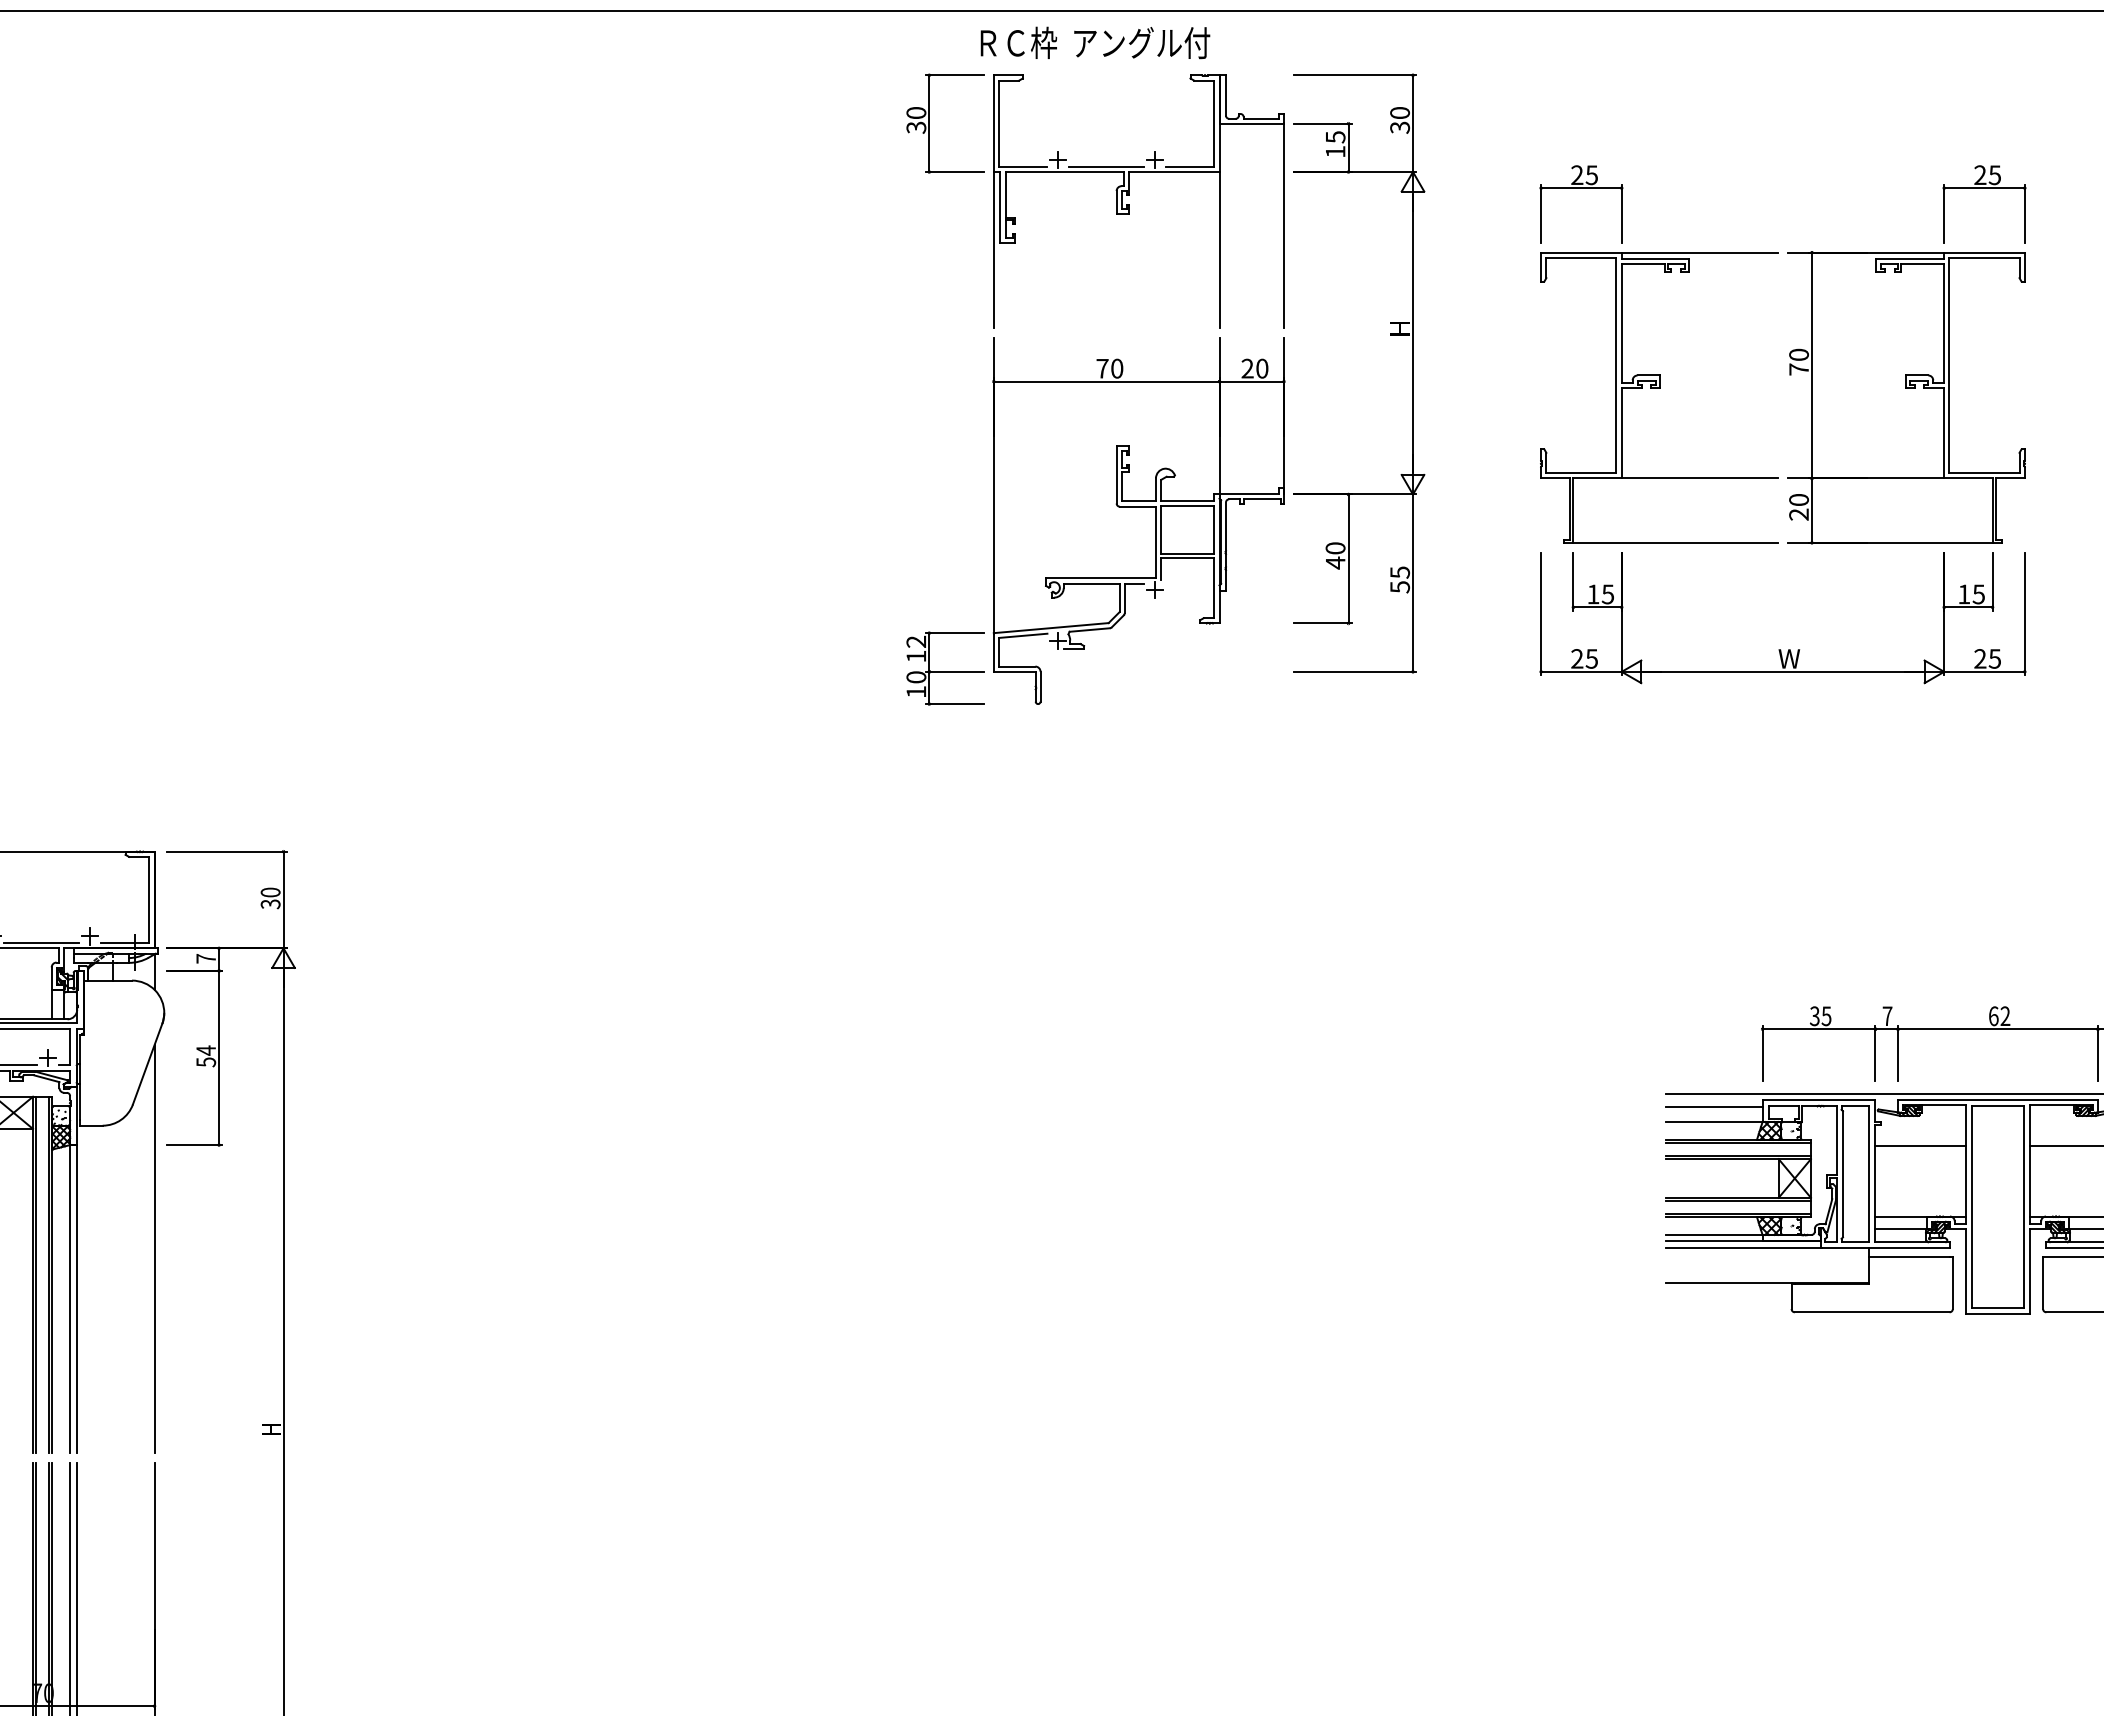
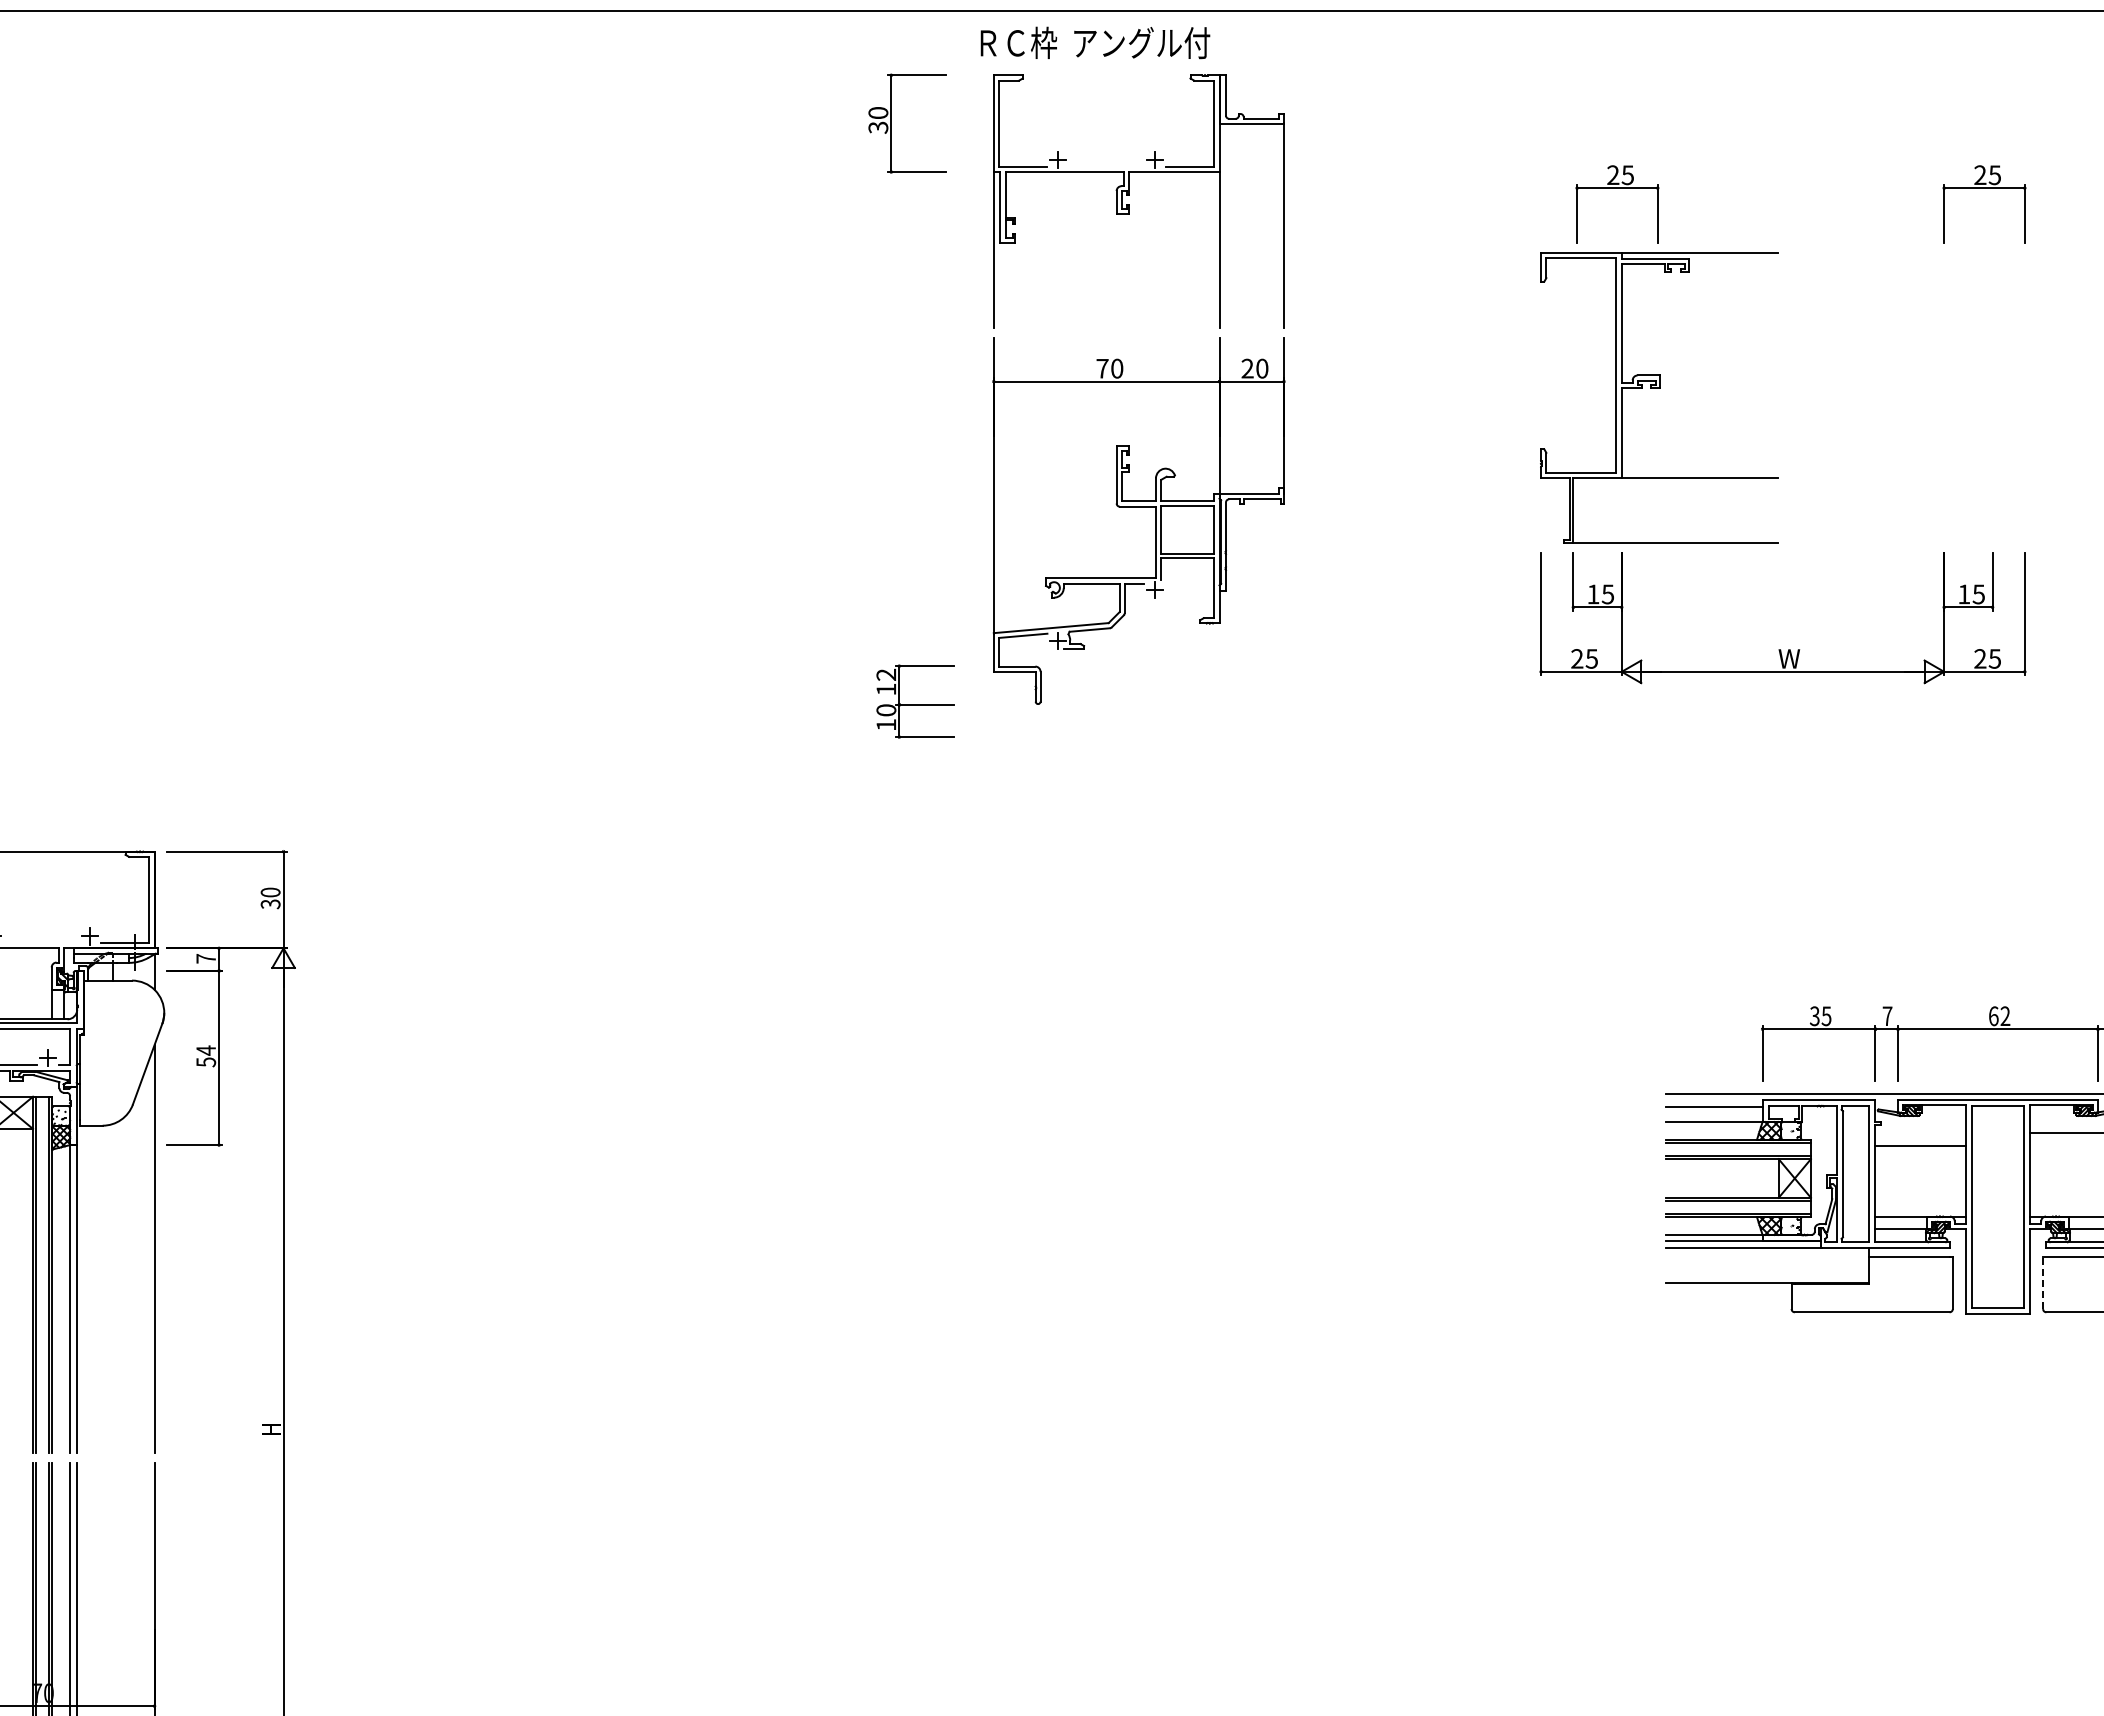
part at (929, 123) position: (929, 123) -> (891, 123)
line at (1106, 166): present -> none
part at (1581, 188) position: (1581, 188) -> (1617, 188)
part at (1390, 335): present -> none
part at (1906, 397): present -> none
part at (945, 668) position: (945, 668) -> (915, 701)
line at (41, 943): present -> none
line at (2065, 1145) position: (2065, 1145) -> (2065, 1132)
line at (2043, 1282): solid -> dashed
